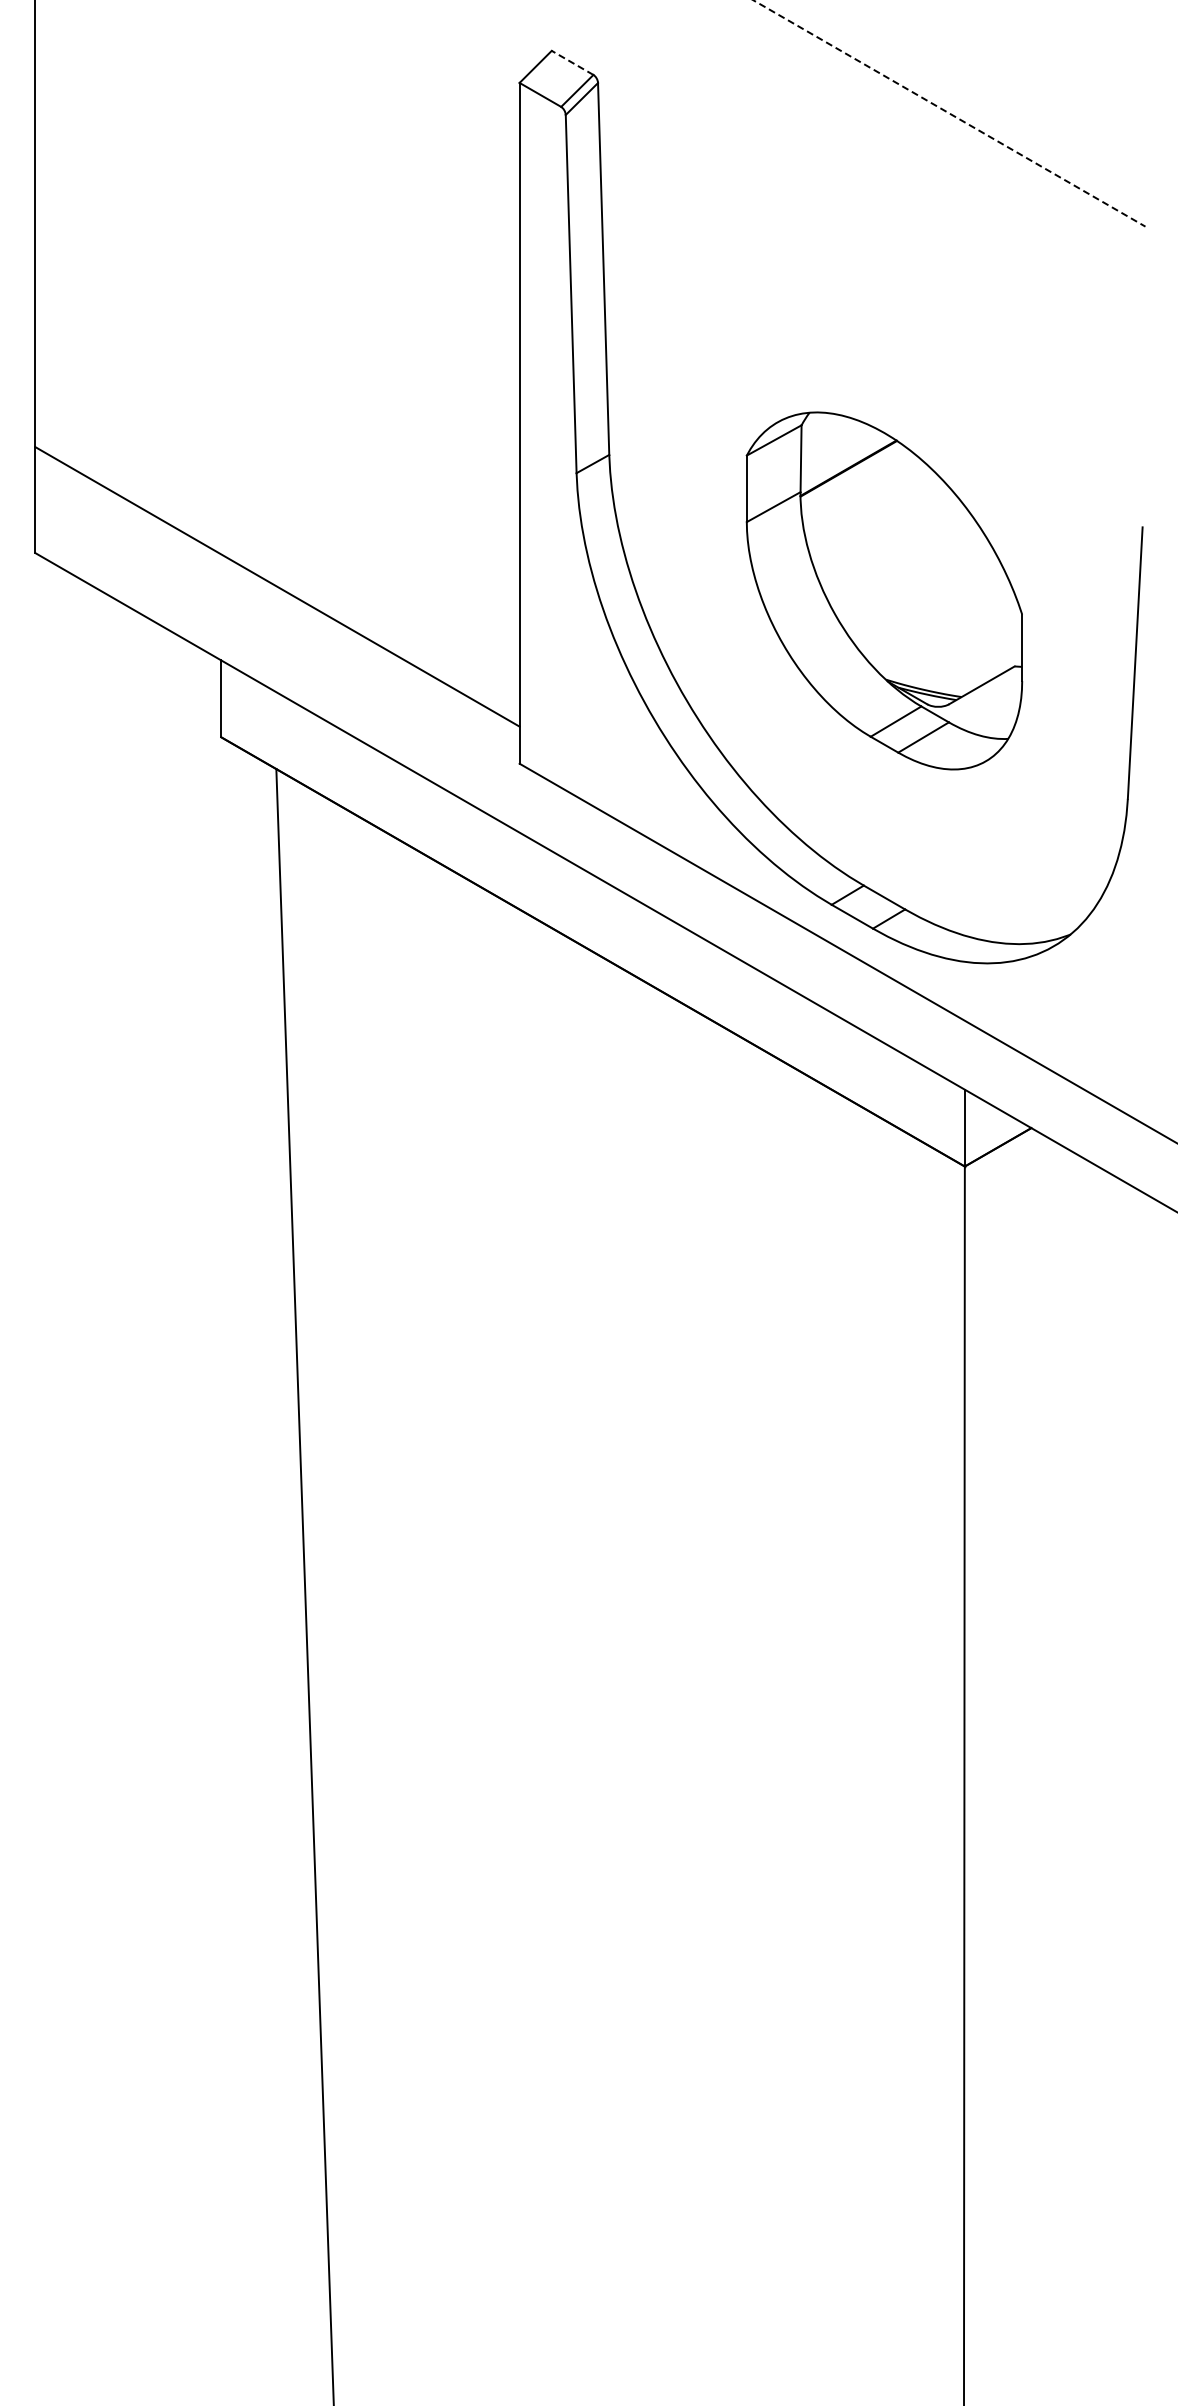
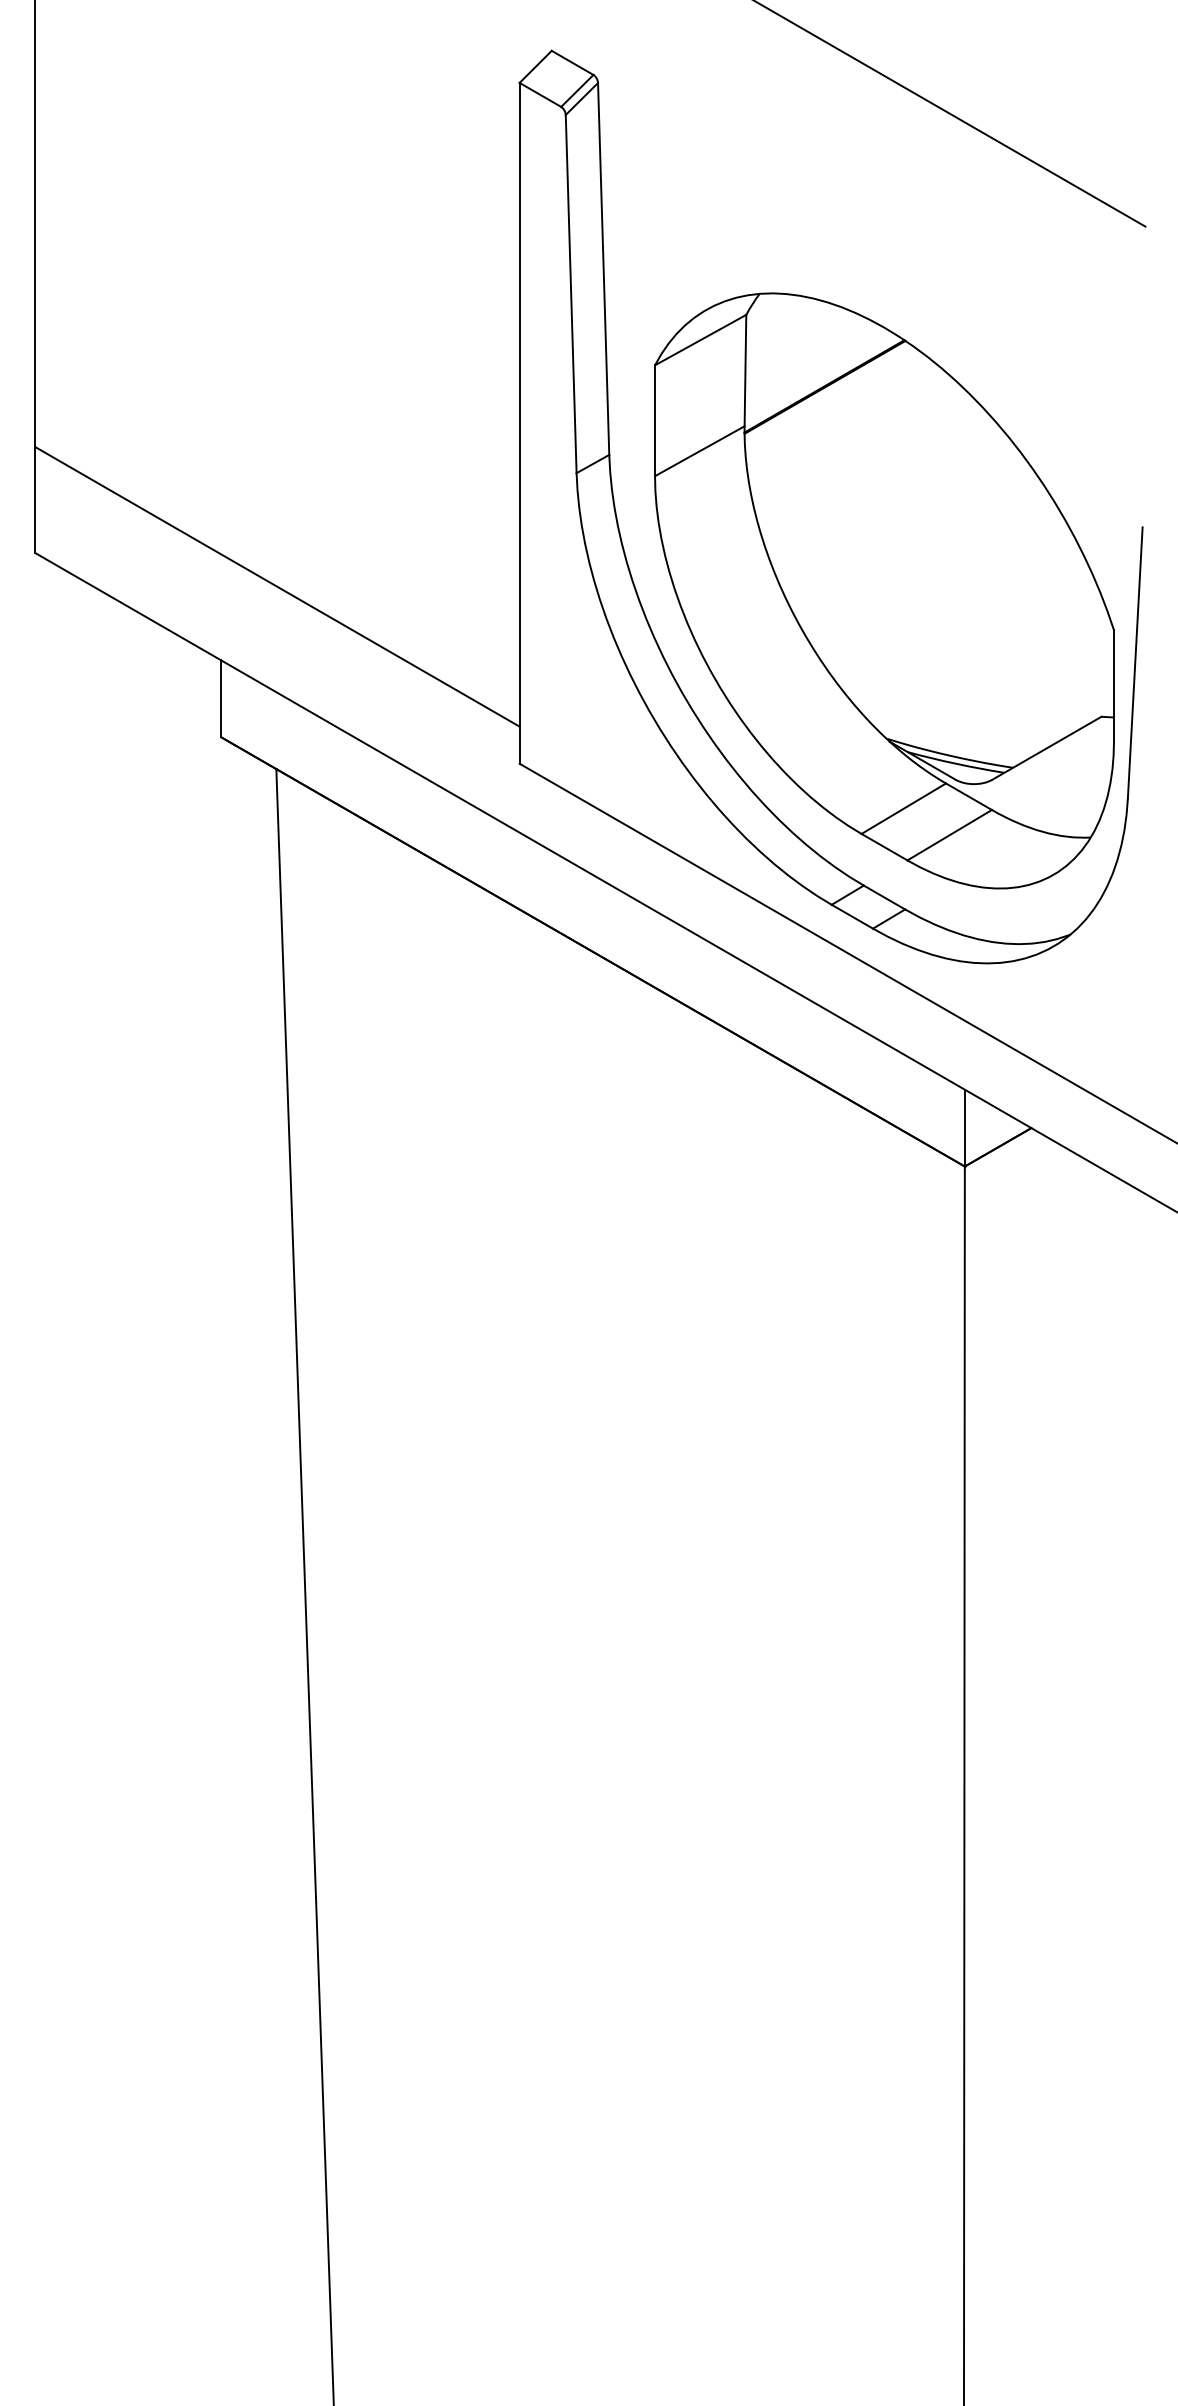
line at (572, 62): dashed -> solid
line at (949, 113): dashed -> solid
part at (884, 590) size: 279x360 px -> 461x598 px
